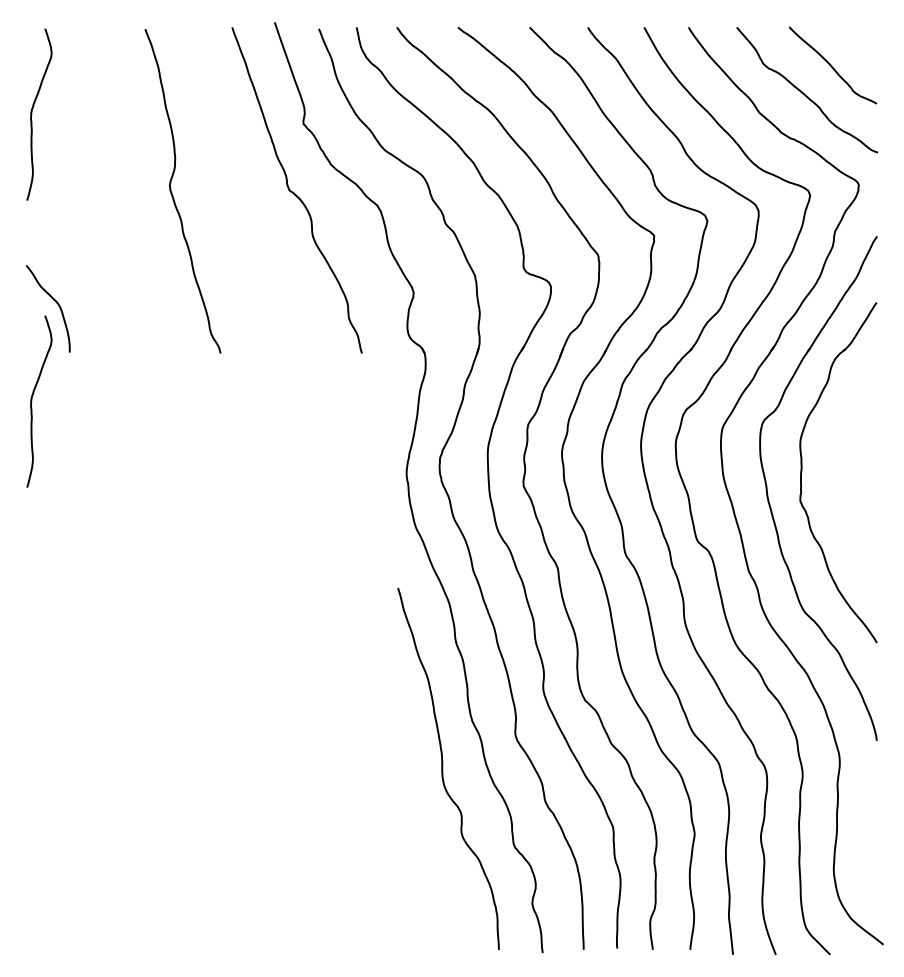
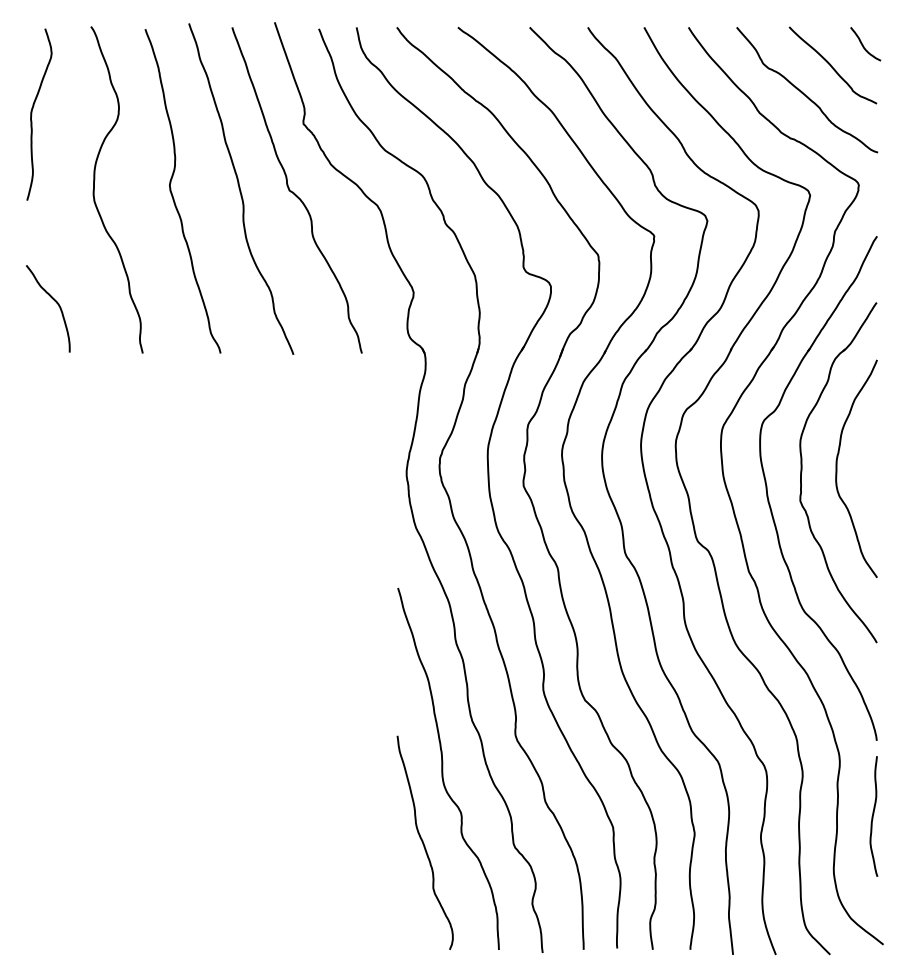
curve at (863, 44): none -> present
curve at (240, 188): none -> present
curve at (94, 189): none -> present
curve at (32, 401): present -> none
curve at (837, 468): none -> present
curve at (873, 816): none -> present
curve at (423, 842): none -> present
